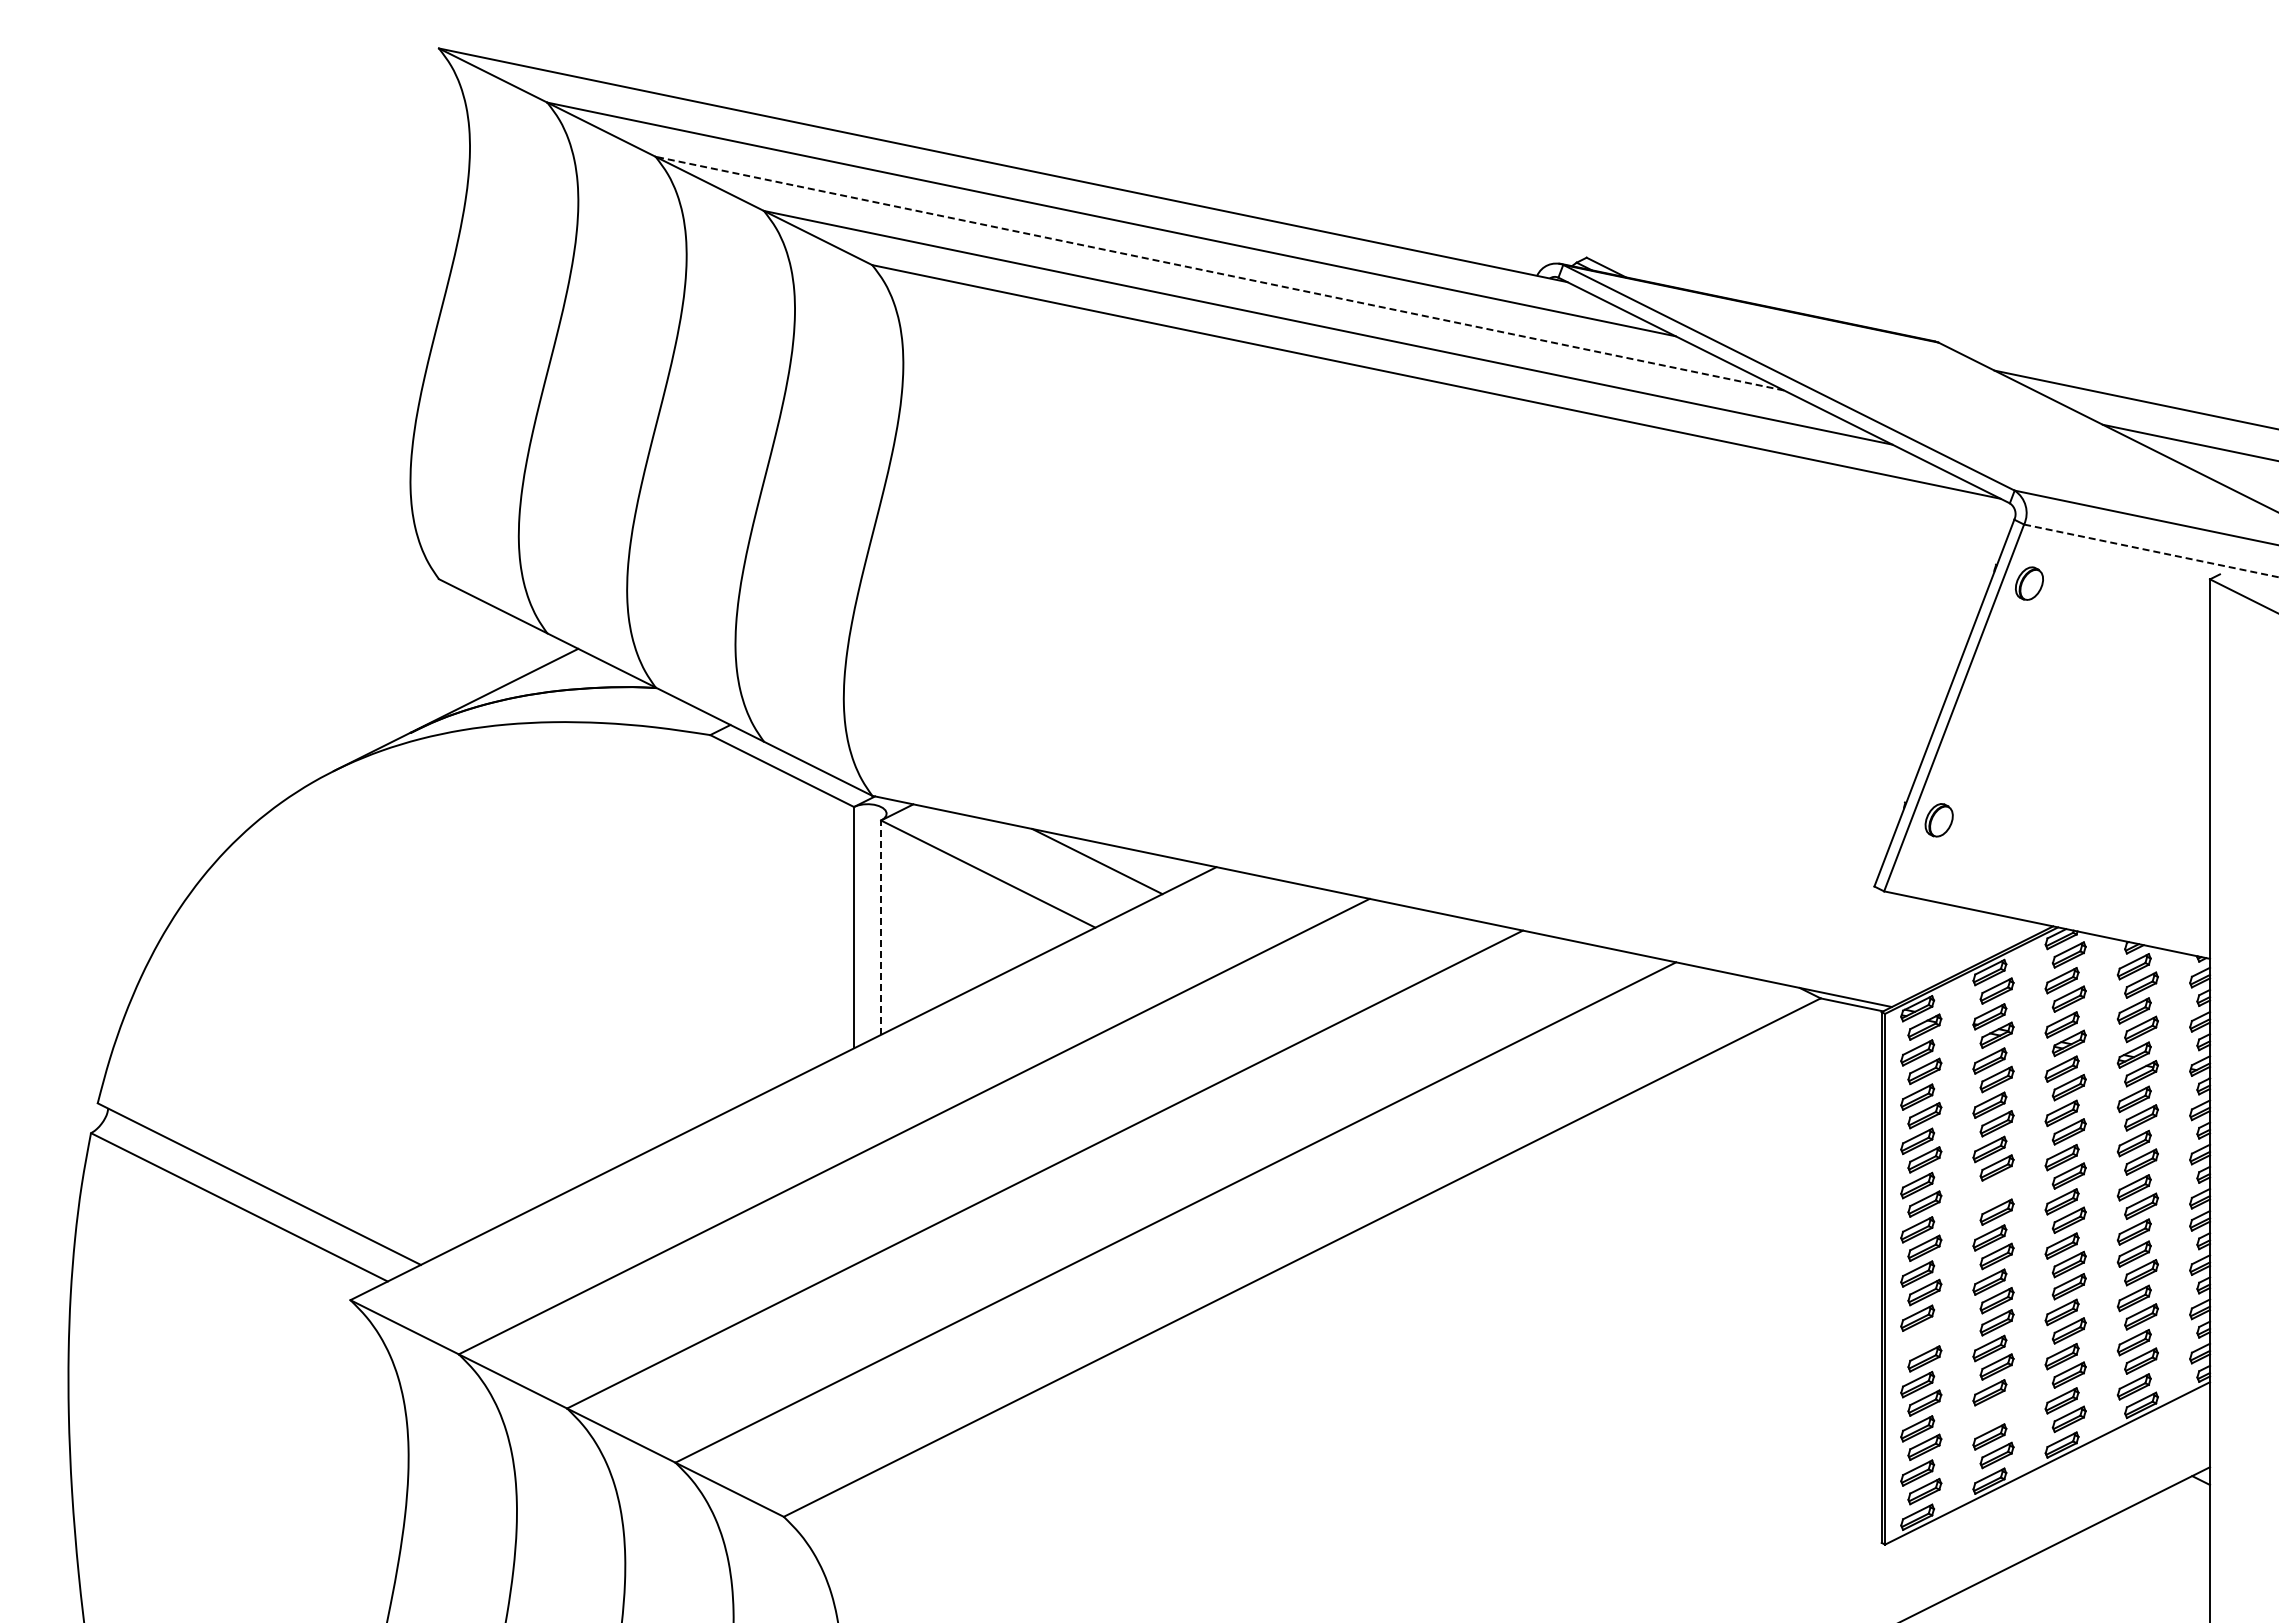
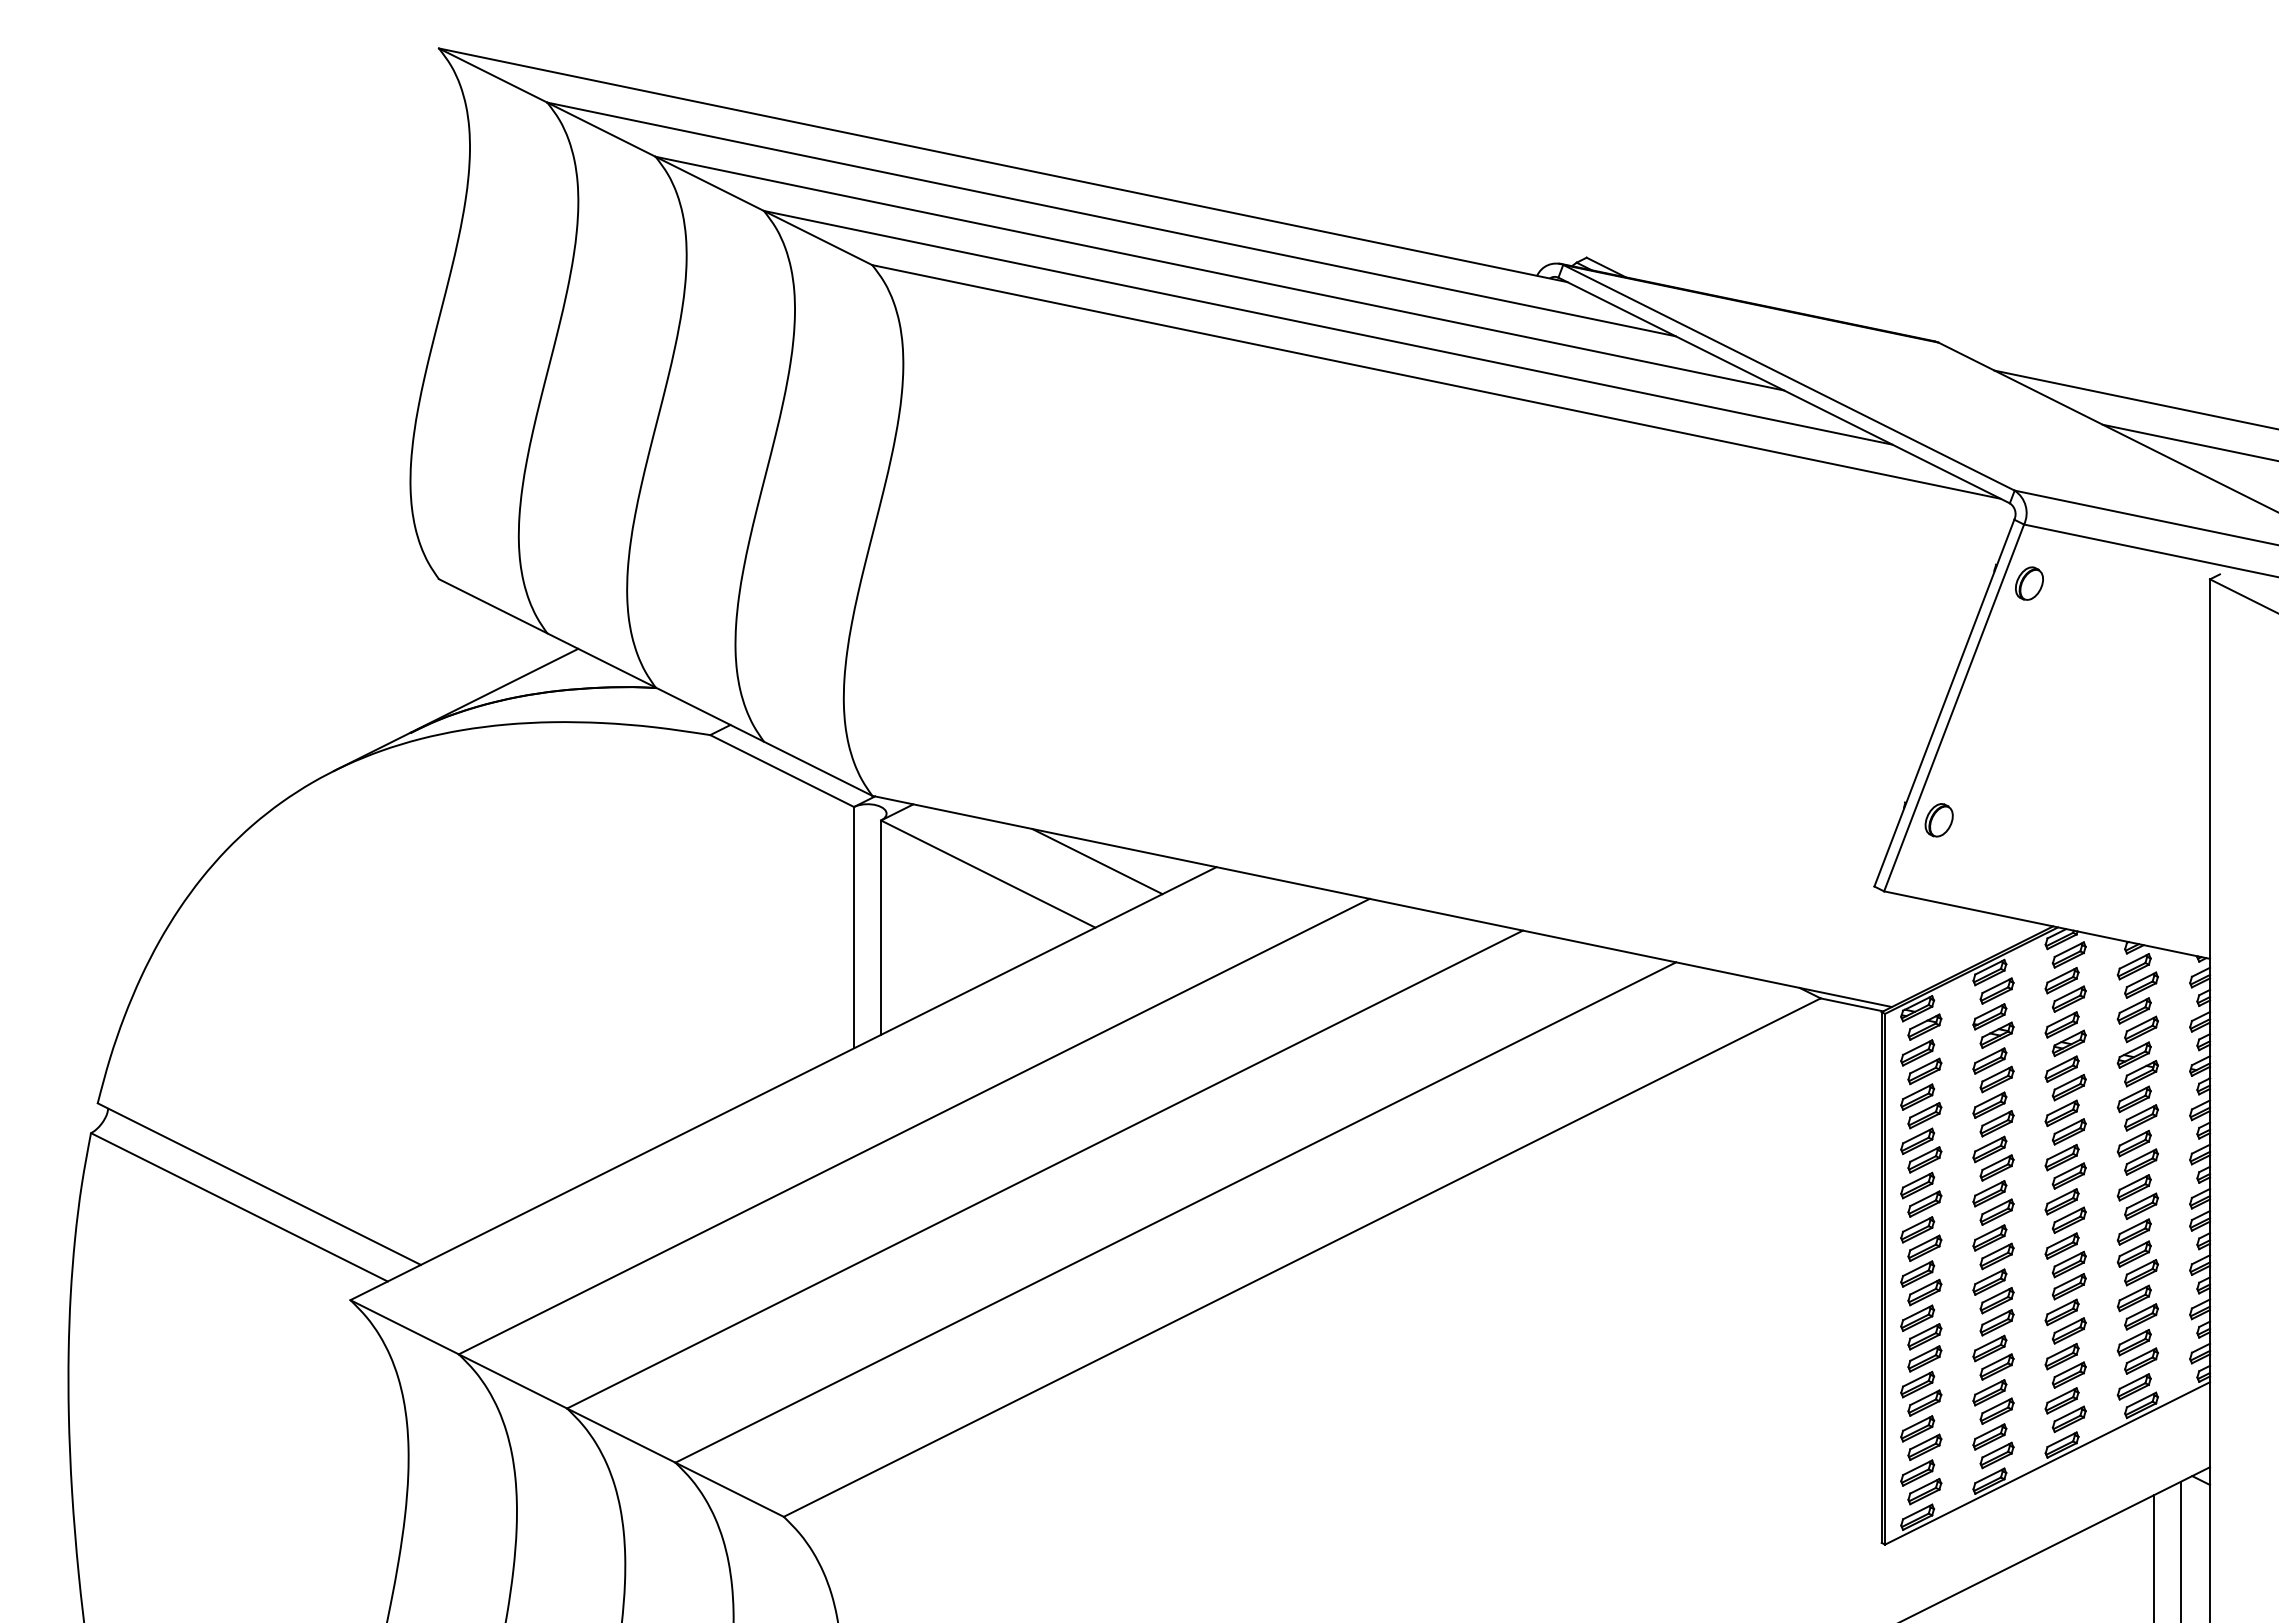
line at (1219, 273): dashed -> solid
line at (2151, 550): dashed -> solid
line at (881, 927): dashed -> solid
part at (1989, 1193): none -> present
part at (1924, 1336): none -> present
part at (1996, 1410): none -> present
line at (2181, 1550): none -> present
line at (2154, 1557): none -> present
